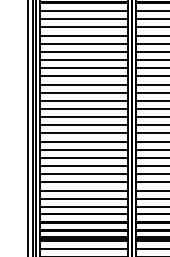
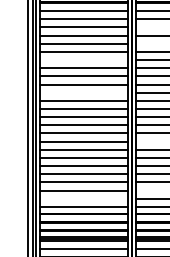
line at (150, 27): present -> none
line at (150, 43): present -> none
line at (83, 60): present -> none
line at (83, 92): present -> none
line at (150, 141): present -> none
line at (150, 190): present -> none
line at (83, 198): present -> none
